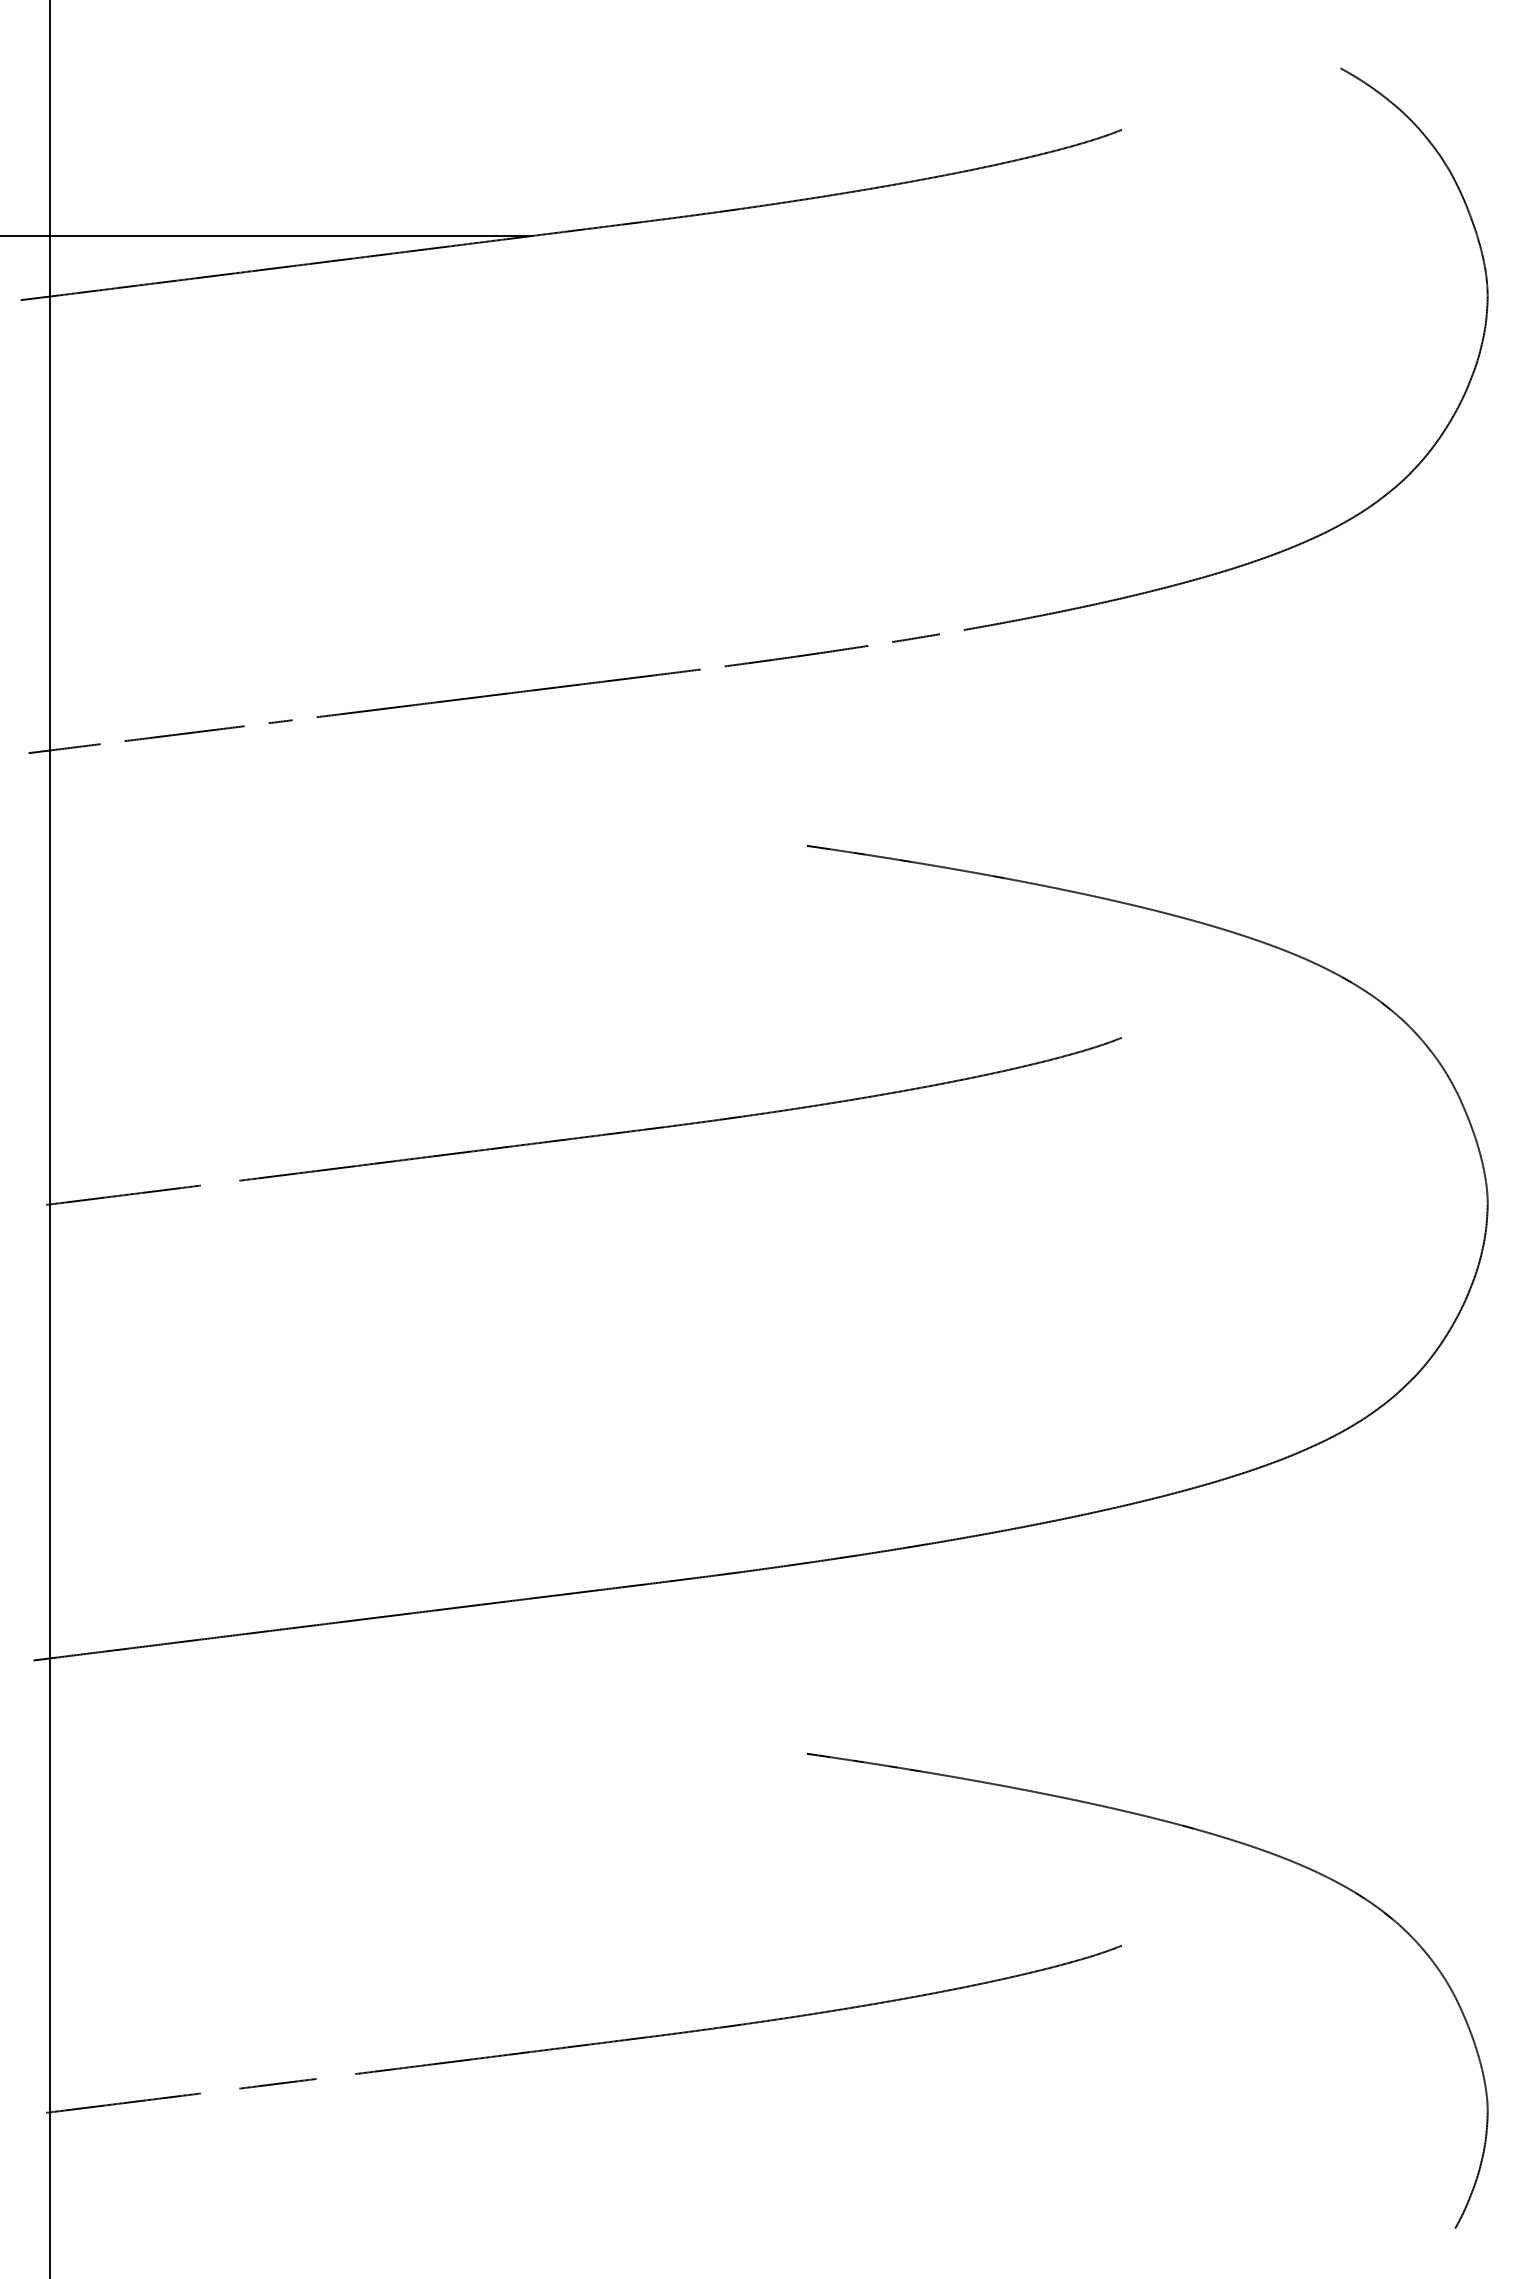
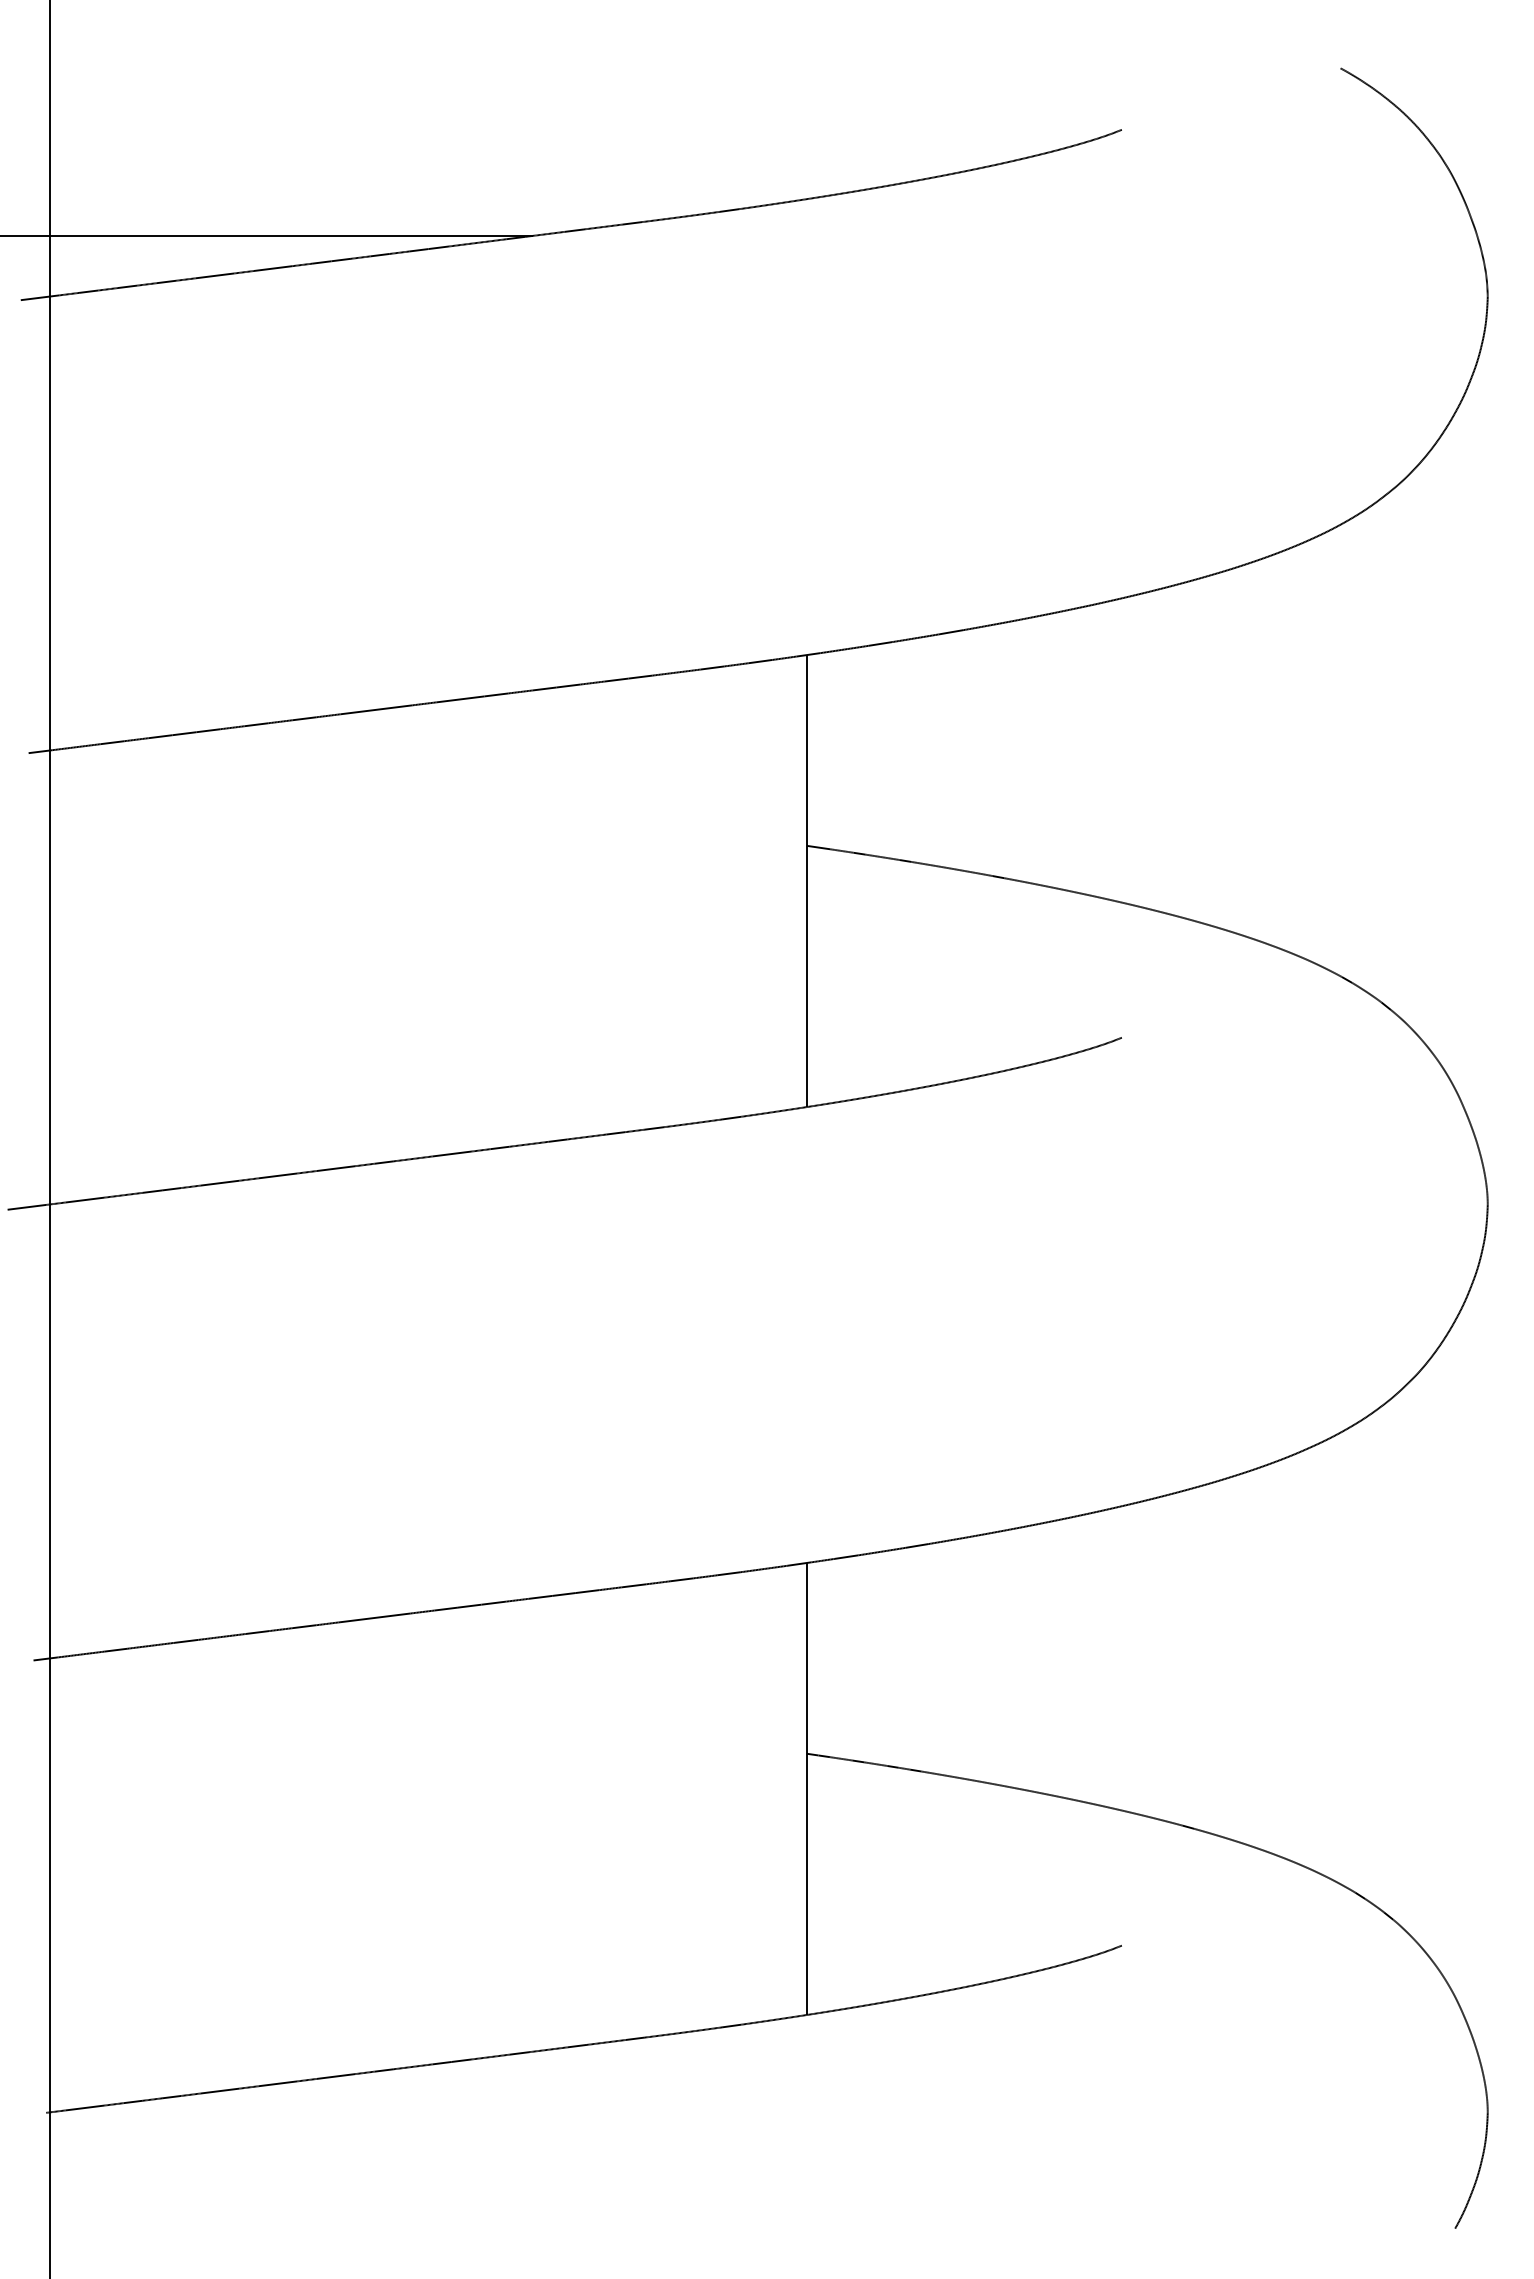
line at (951, 632): none -> present
line at (880, 643): none -> present
line at (712, 667): none -> present
line at (304, 718): none -> present
line at (256, 724): none -> present
line at (112, 742): none -> present
line at (806, 881): none -> present
line at (219, 1182): none -> present
line at (26, 1206): none -> present
line at (806, 1789): none -> present
line at (335, 2076): none -> present
line at (219, 2090): none -> present
